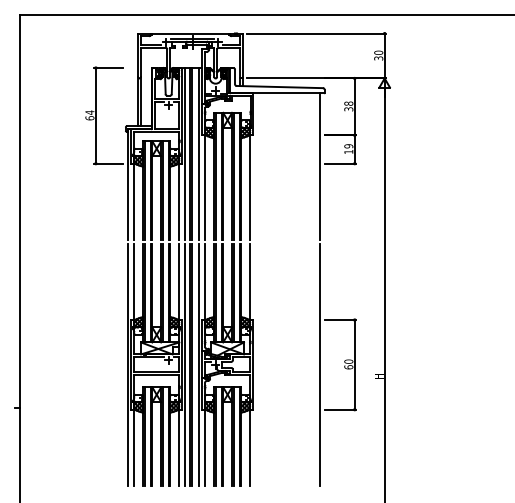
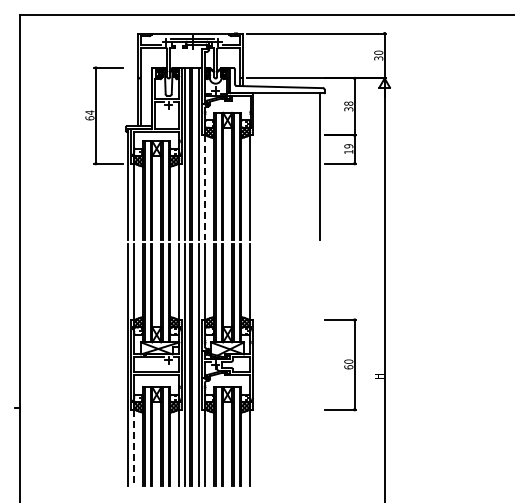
line at (205, 187): solid -> dashed
line at (320, 364): present -> none
line at (134, 447): solid -> dashed
